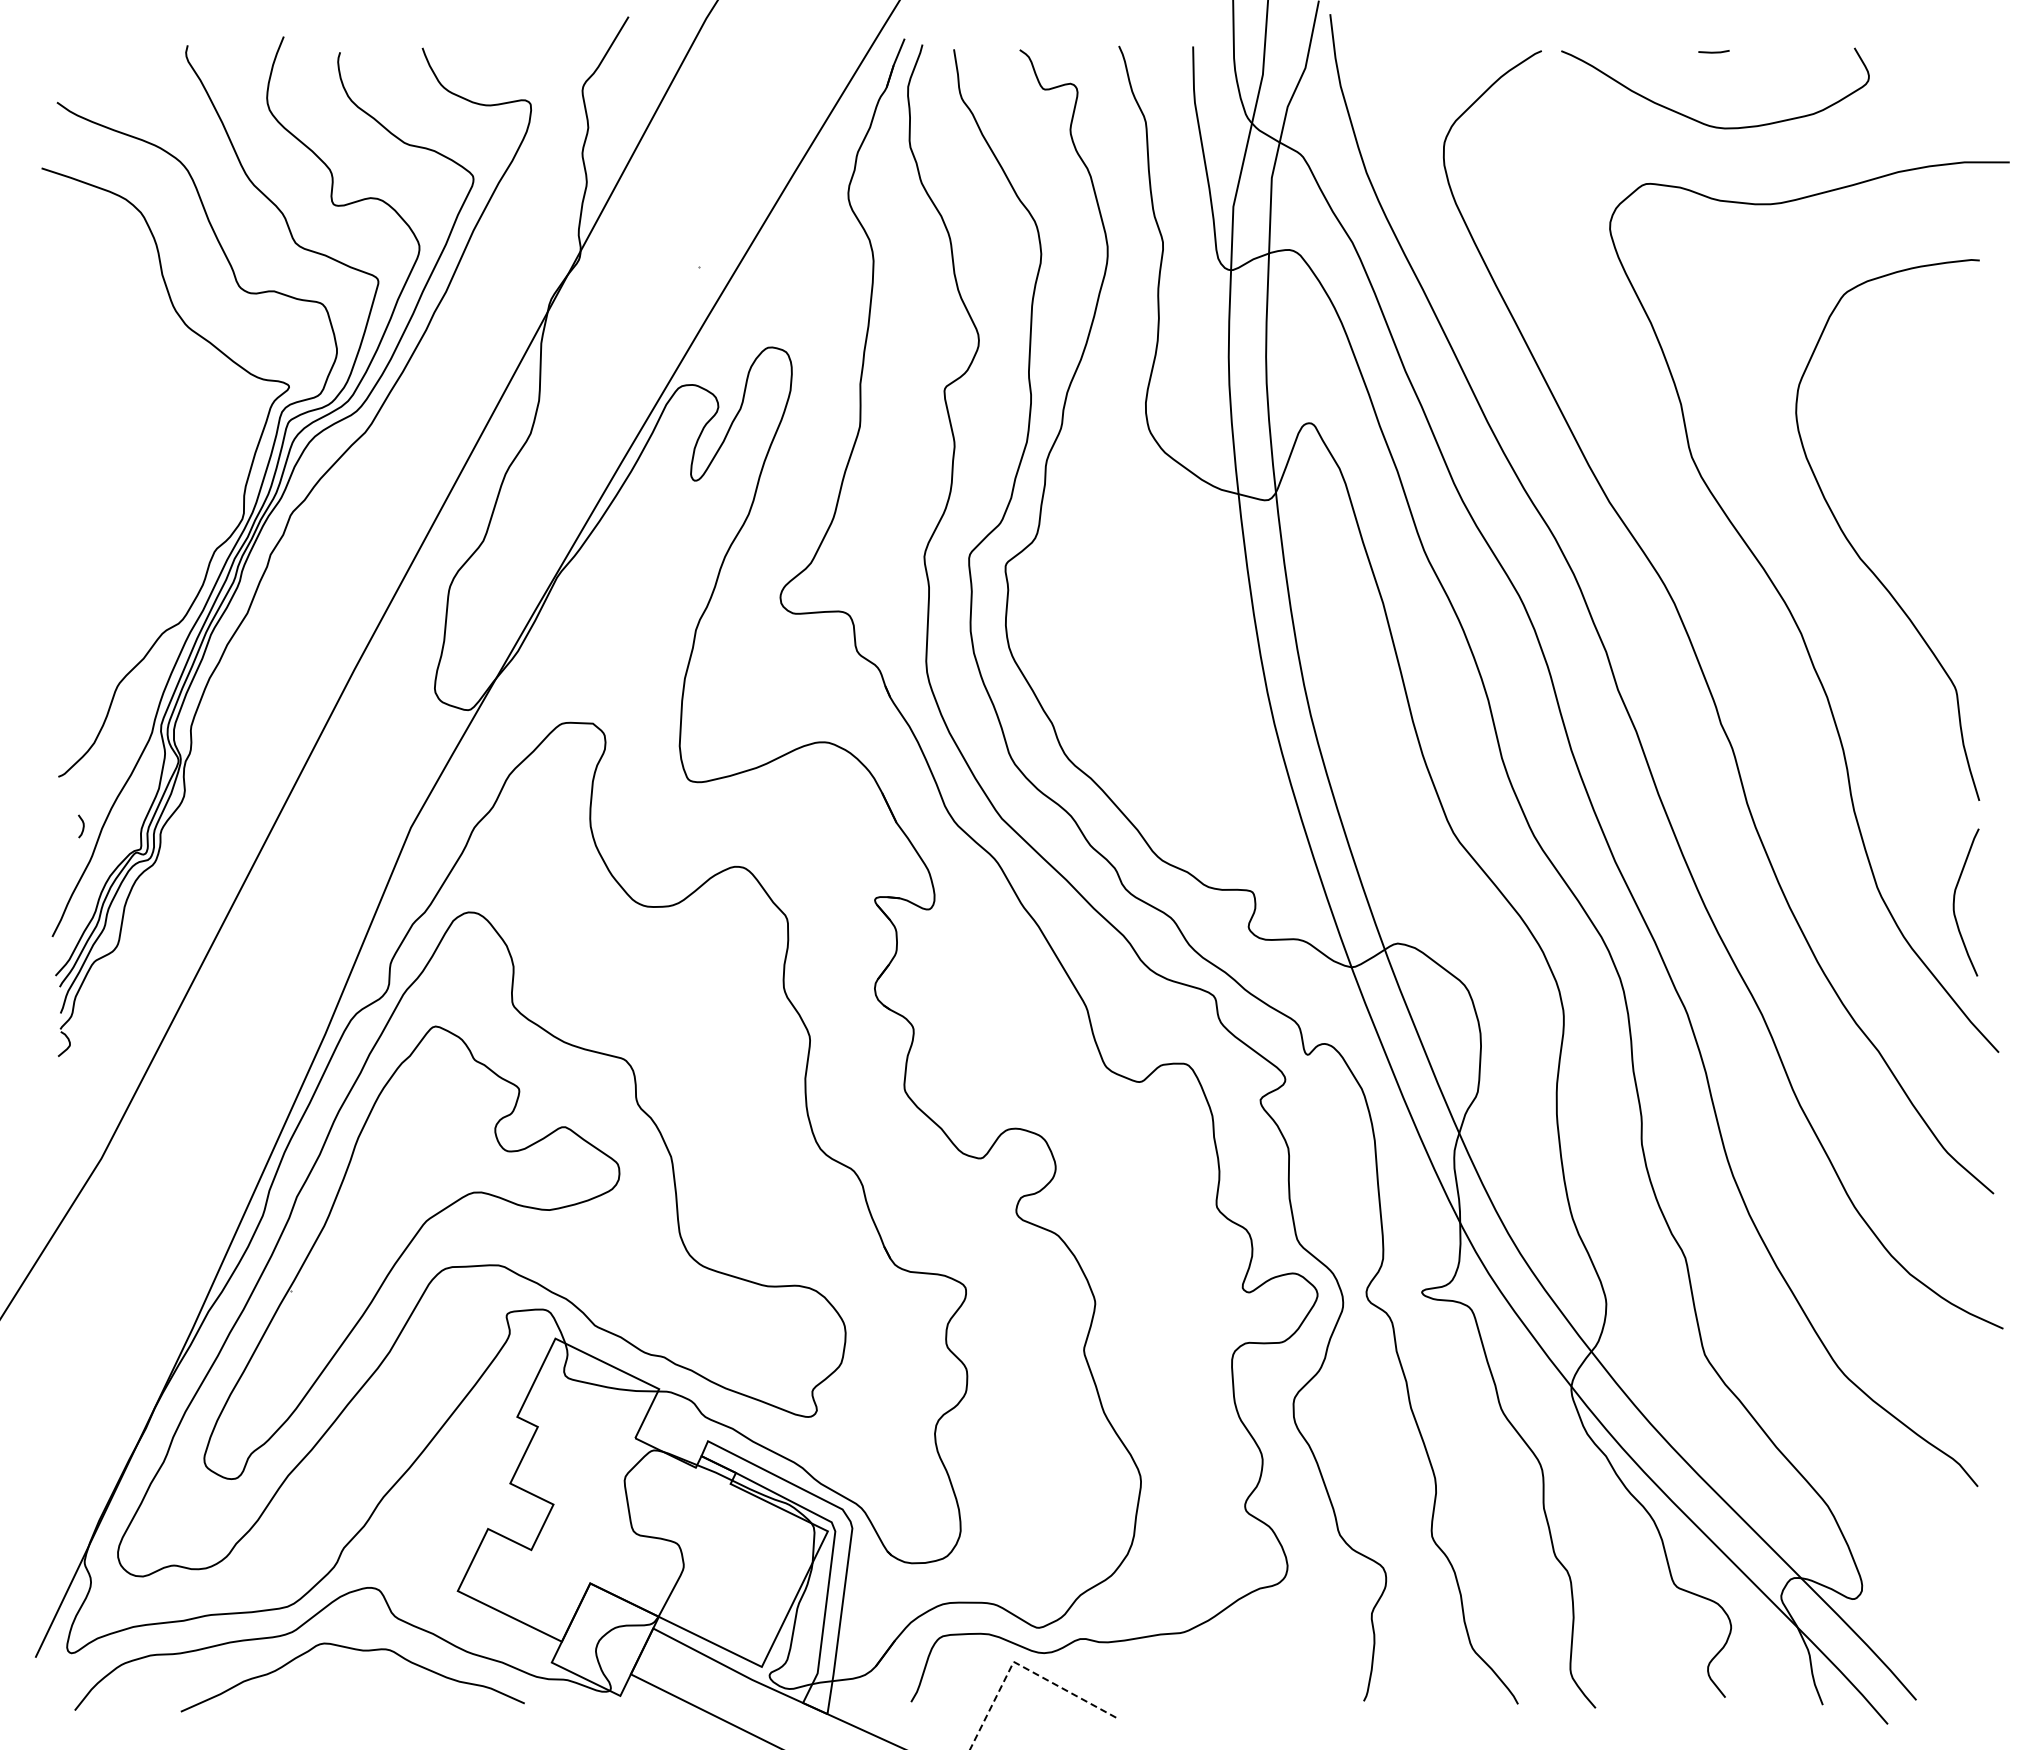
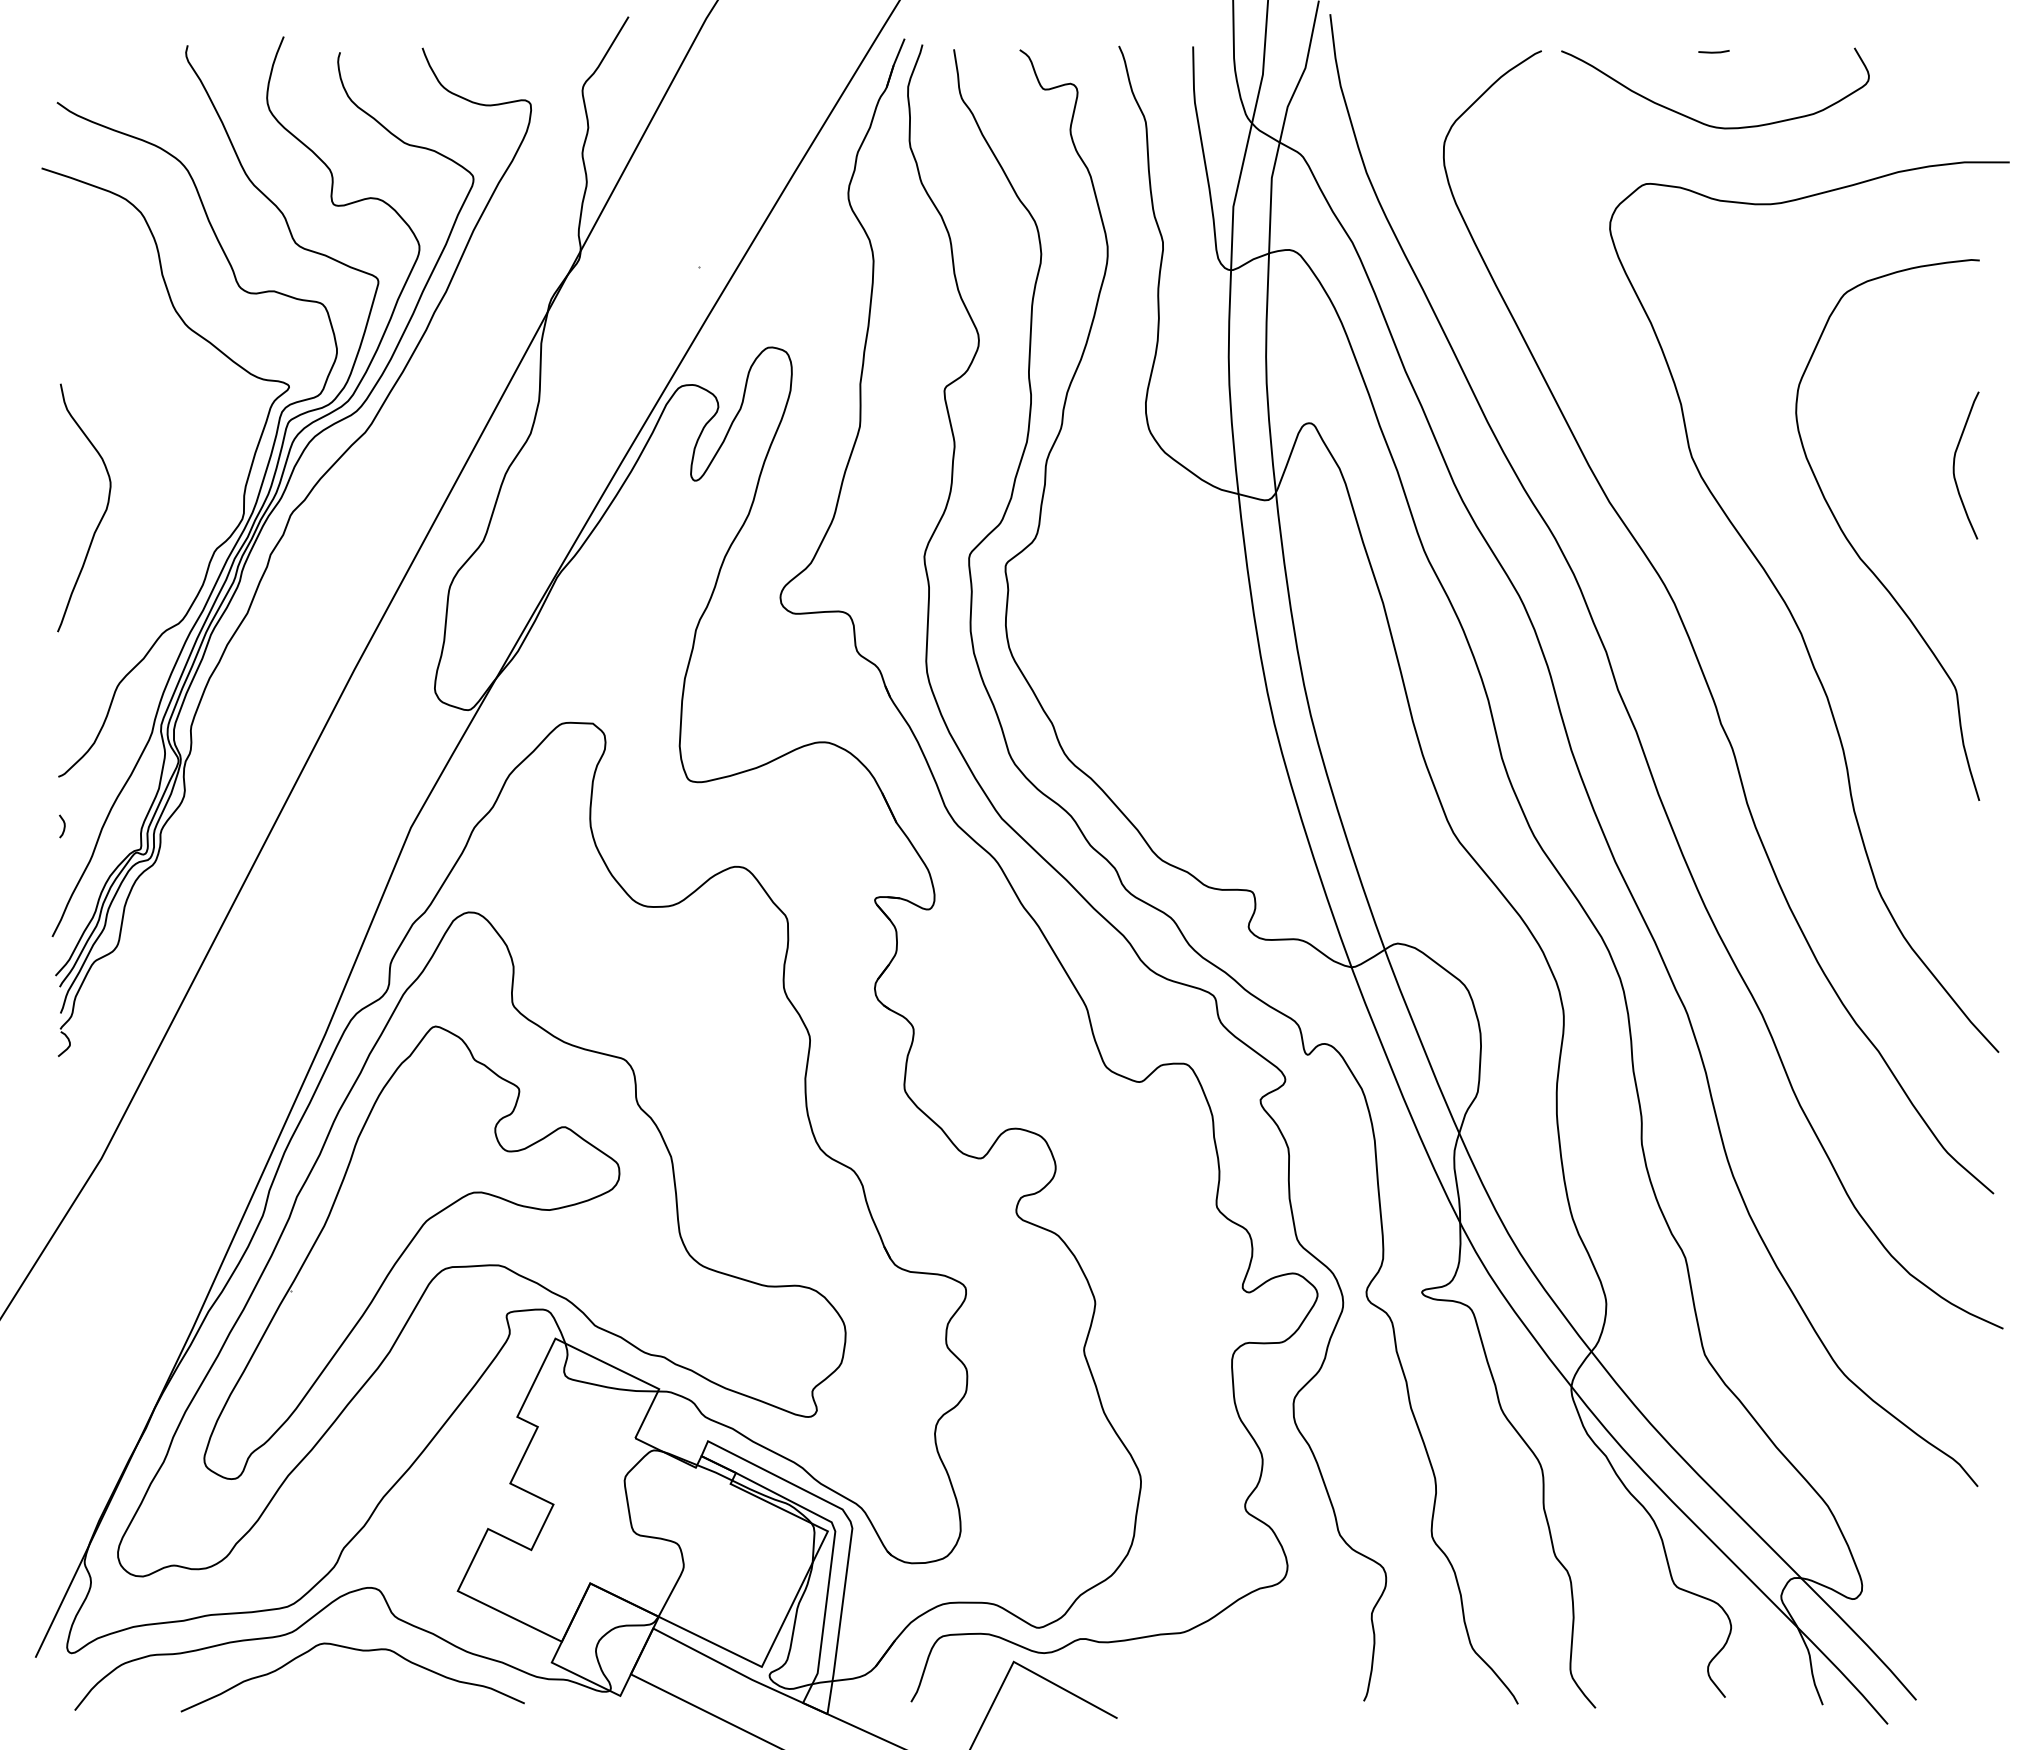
curve at (102, 515): none -> present
curve at (82, 826) position: (82, 826) -> (63, 826)
curve at (1954, 902) position: (1954, 902) -> (1954, 465)
line at (1022, 1666): dashed -> solid
